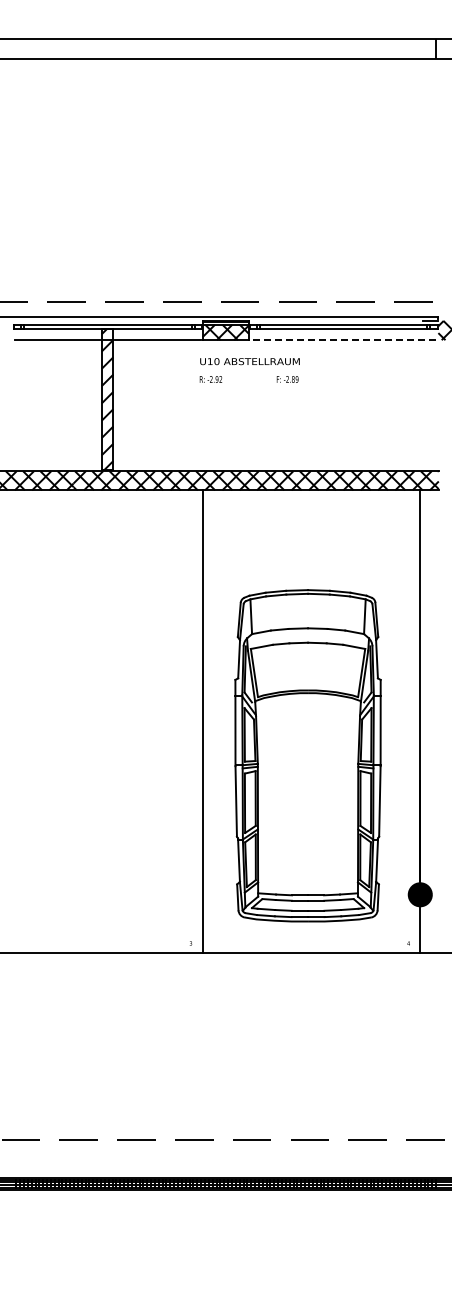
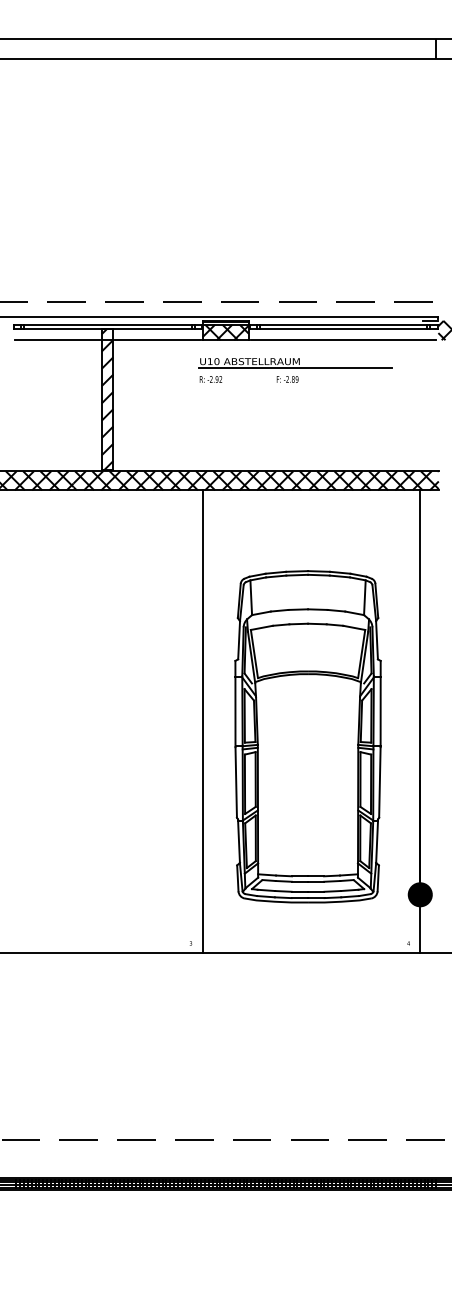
line at (343, 340): dashed -> solid
line at (295, 367): none -> present
part at (307, 755) position: (307, 755) -> (307, 736)
